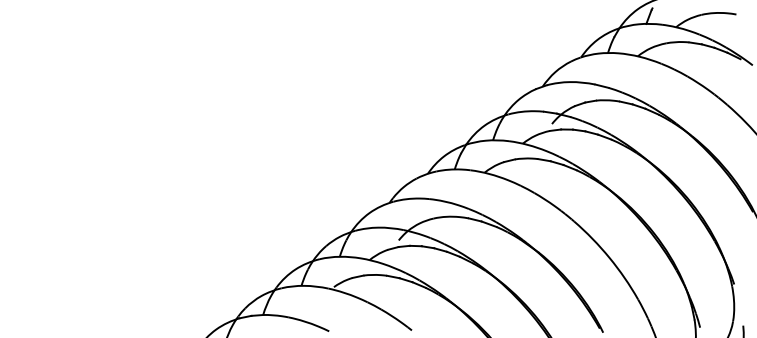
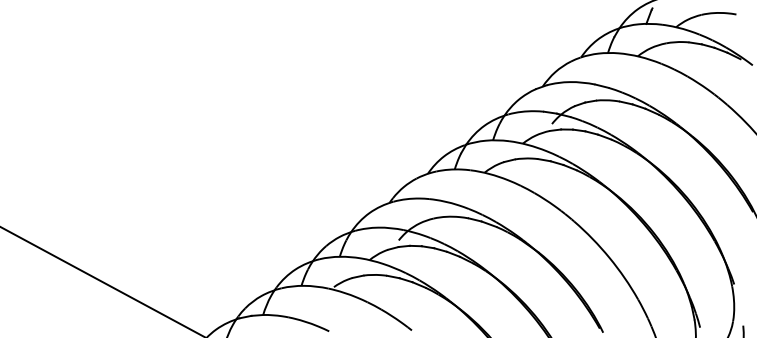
line at (101, 280): none -> present
